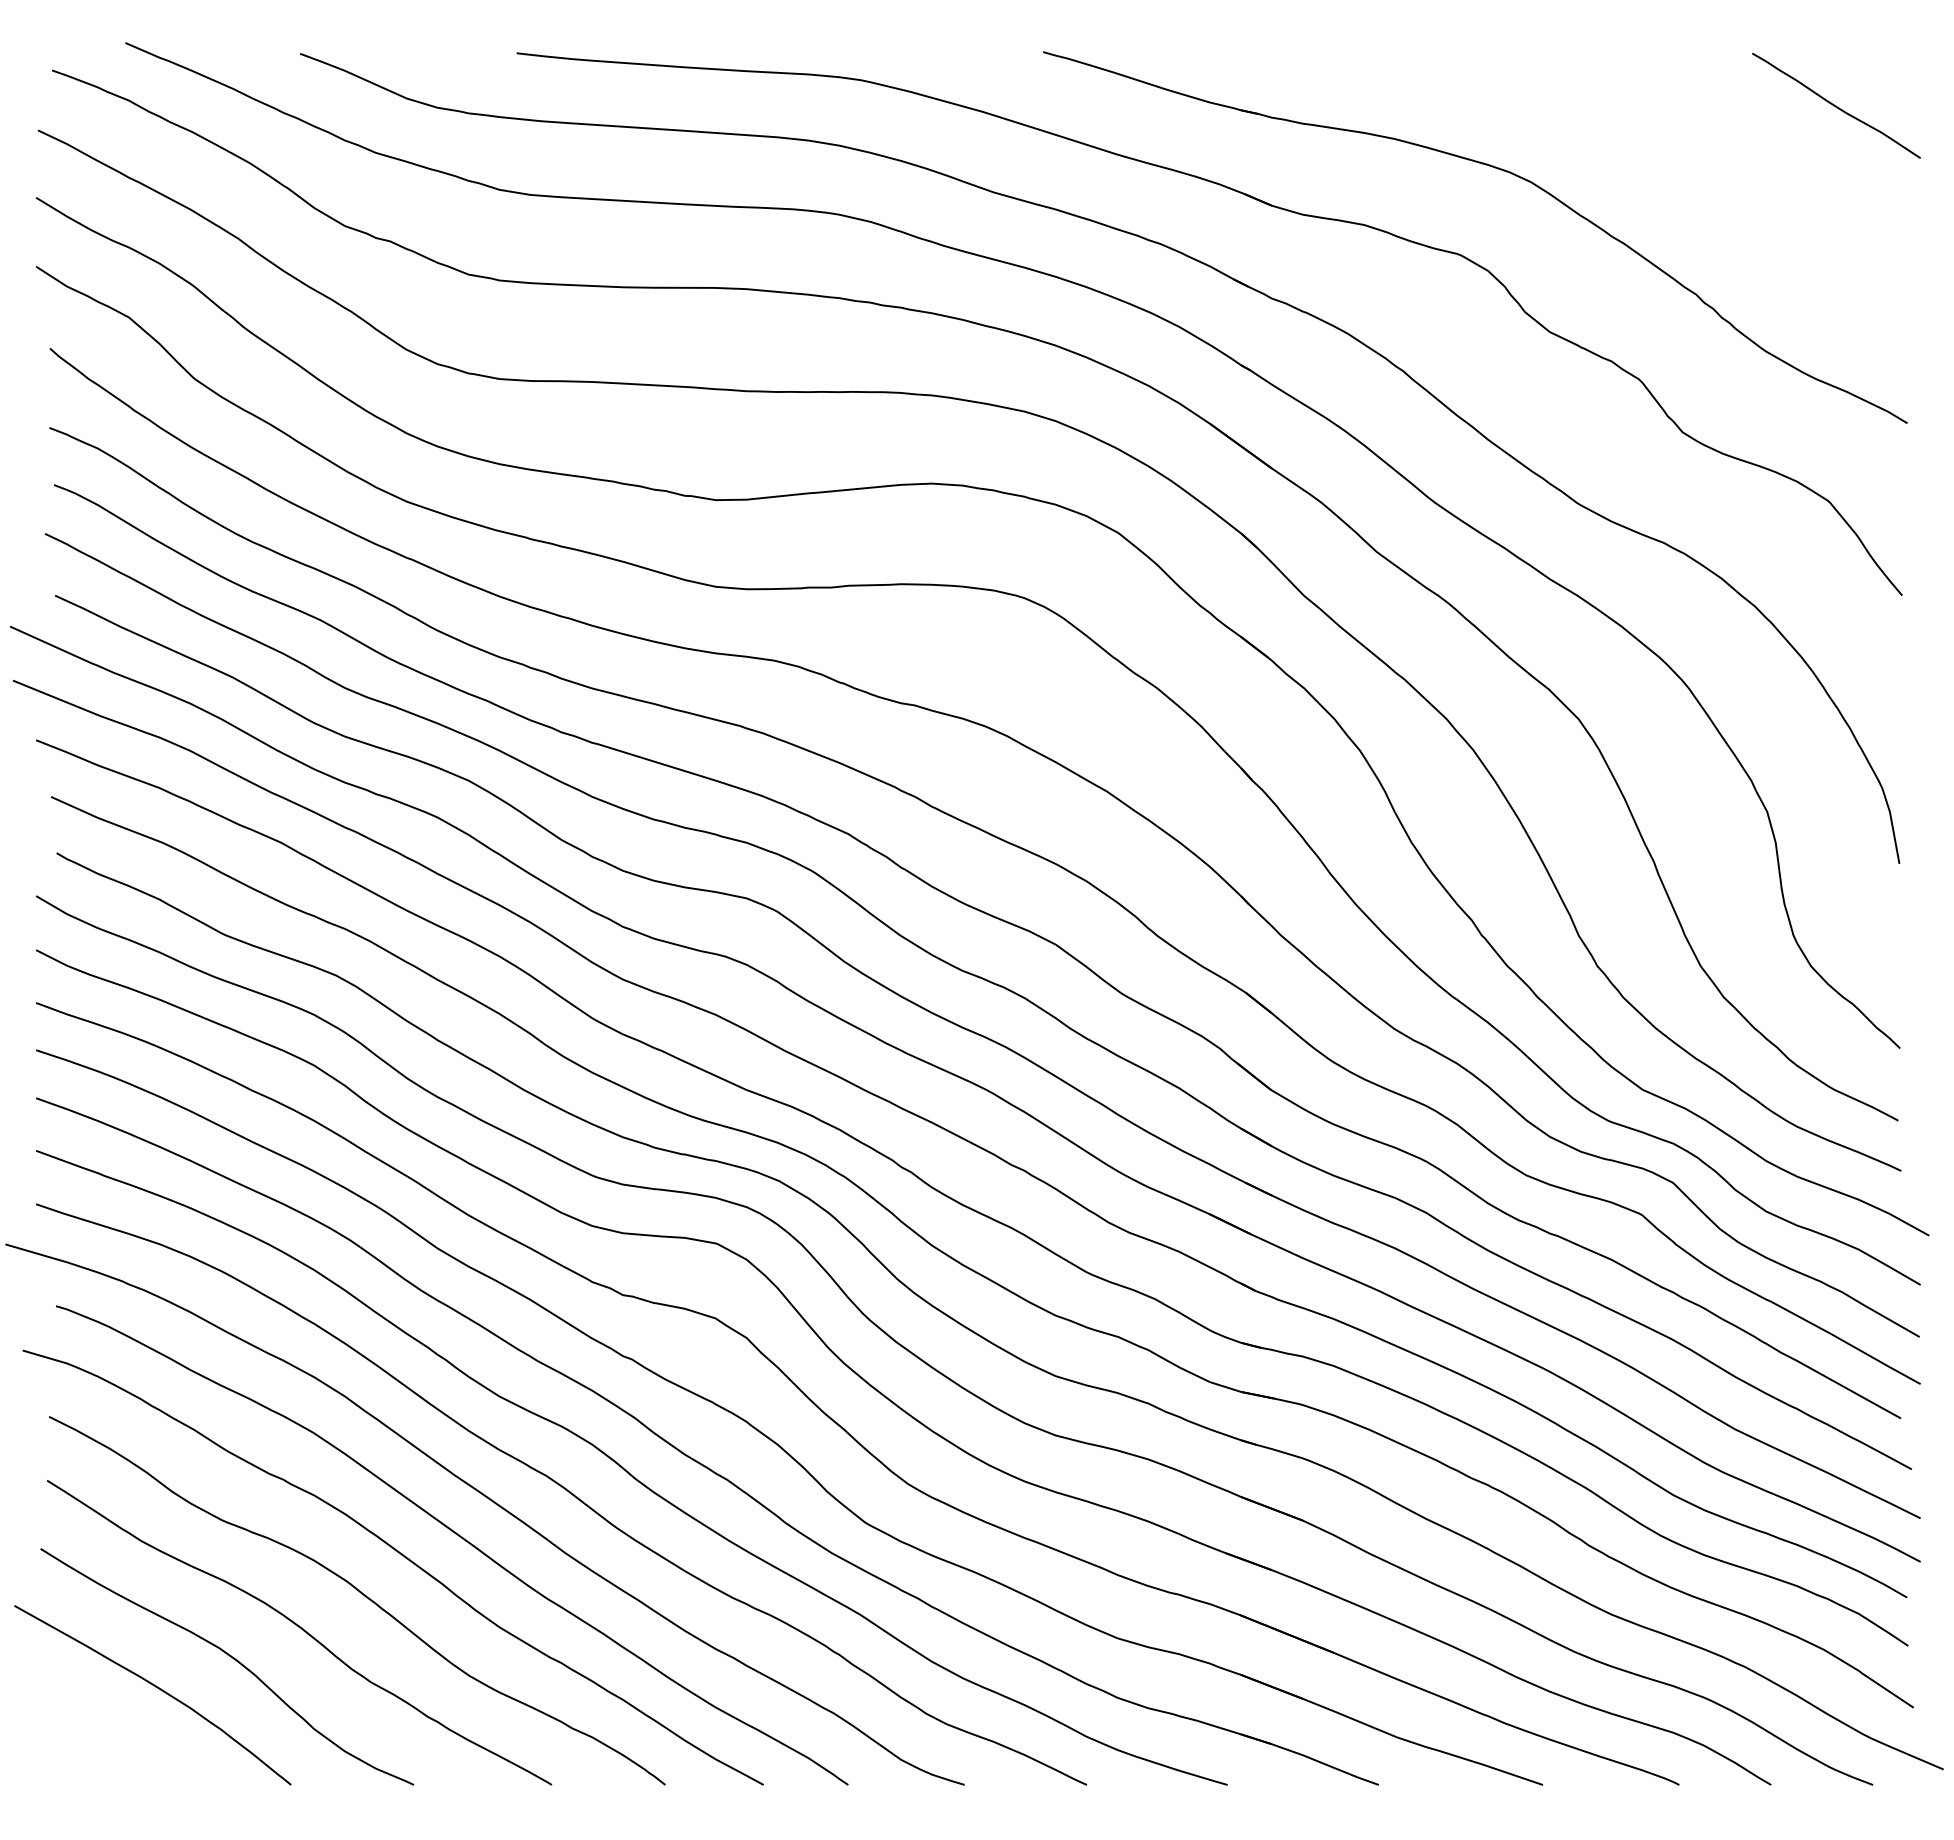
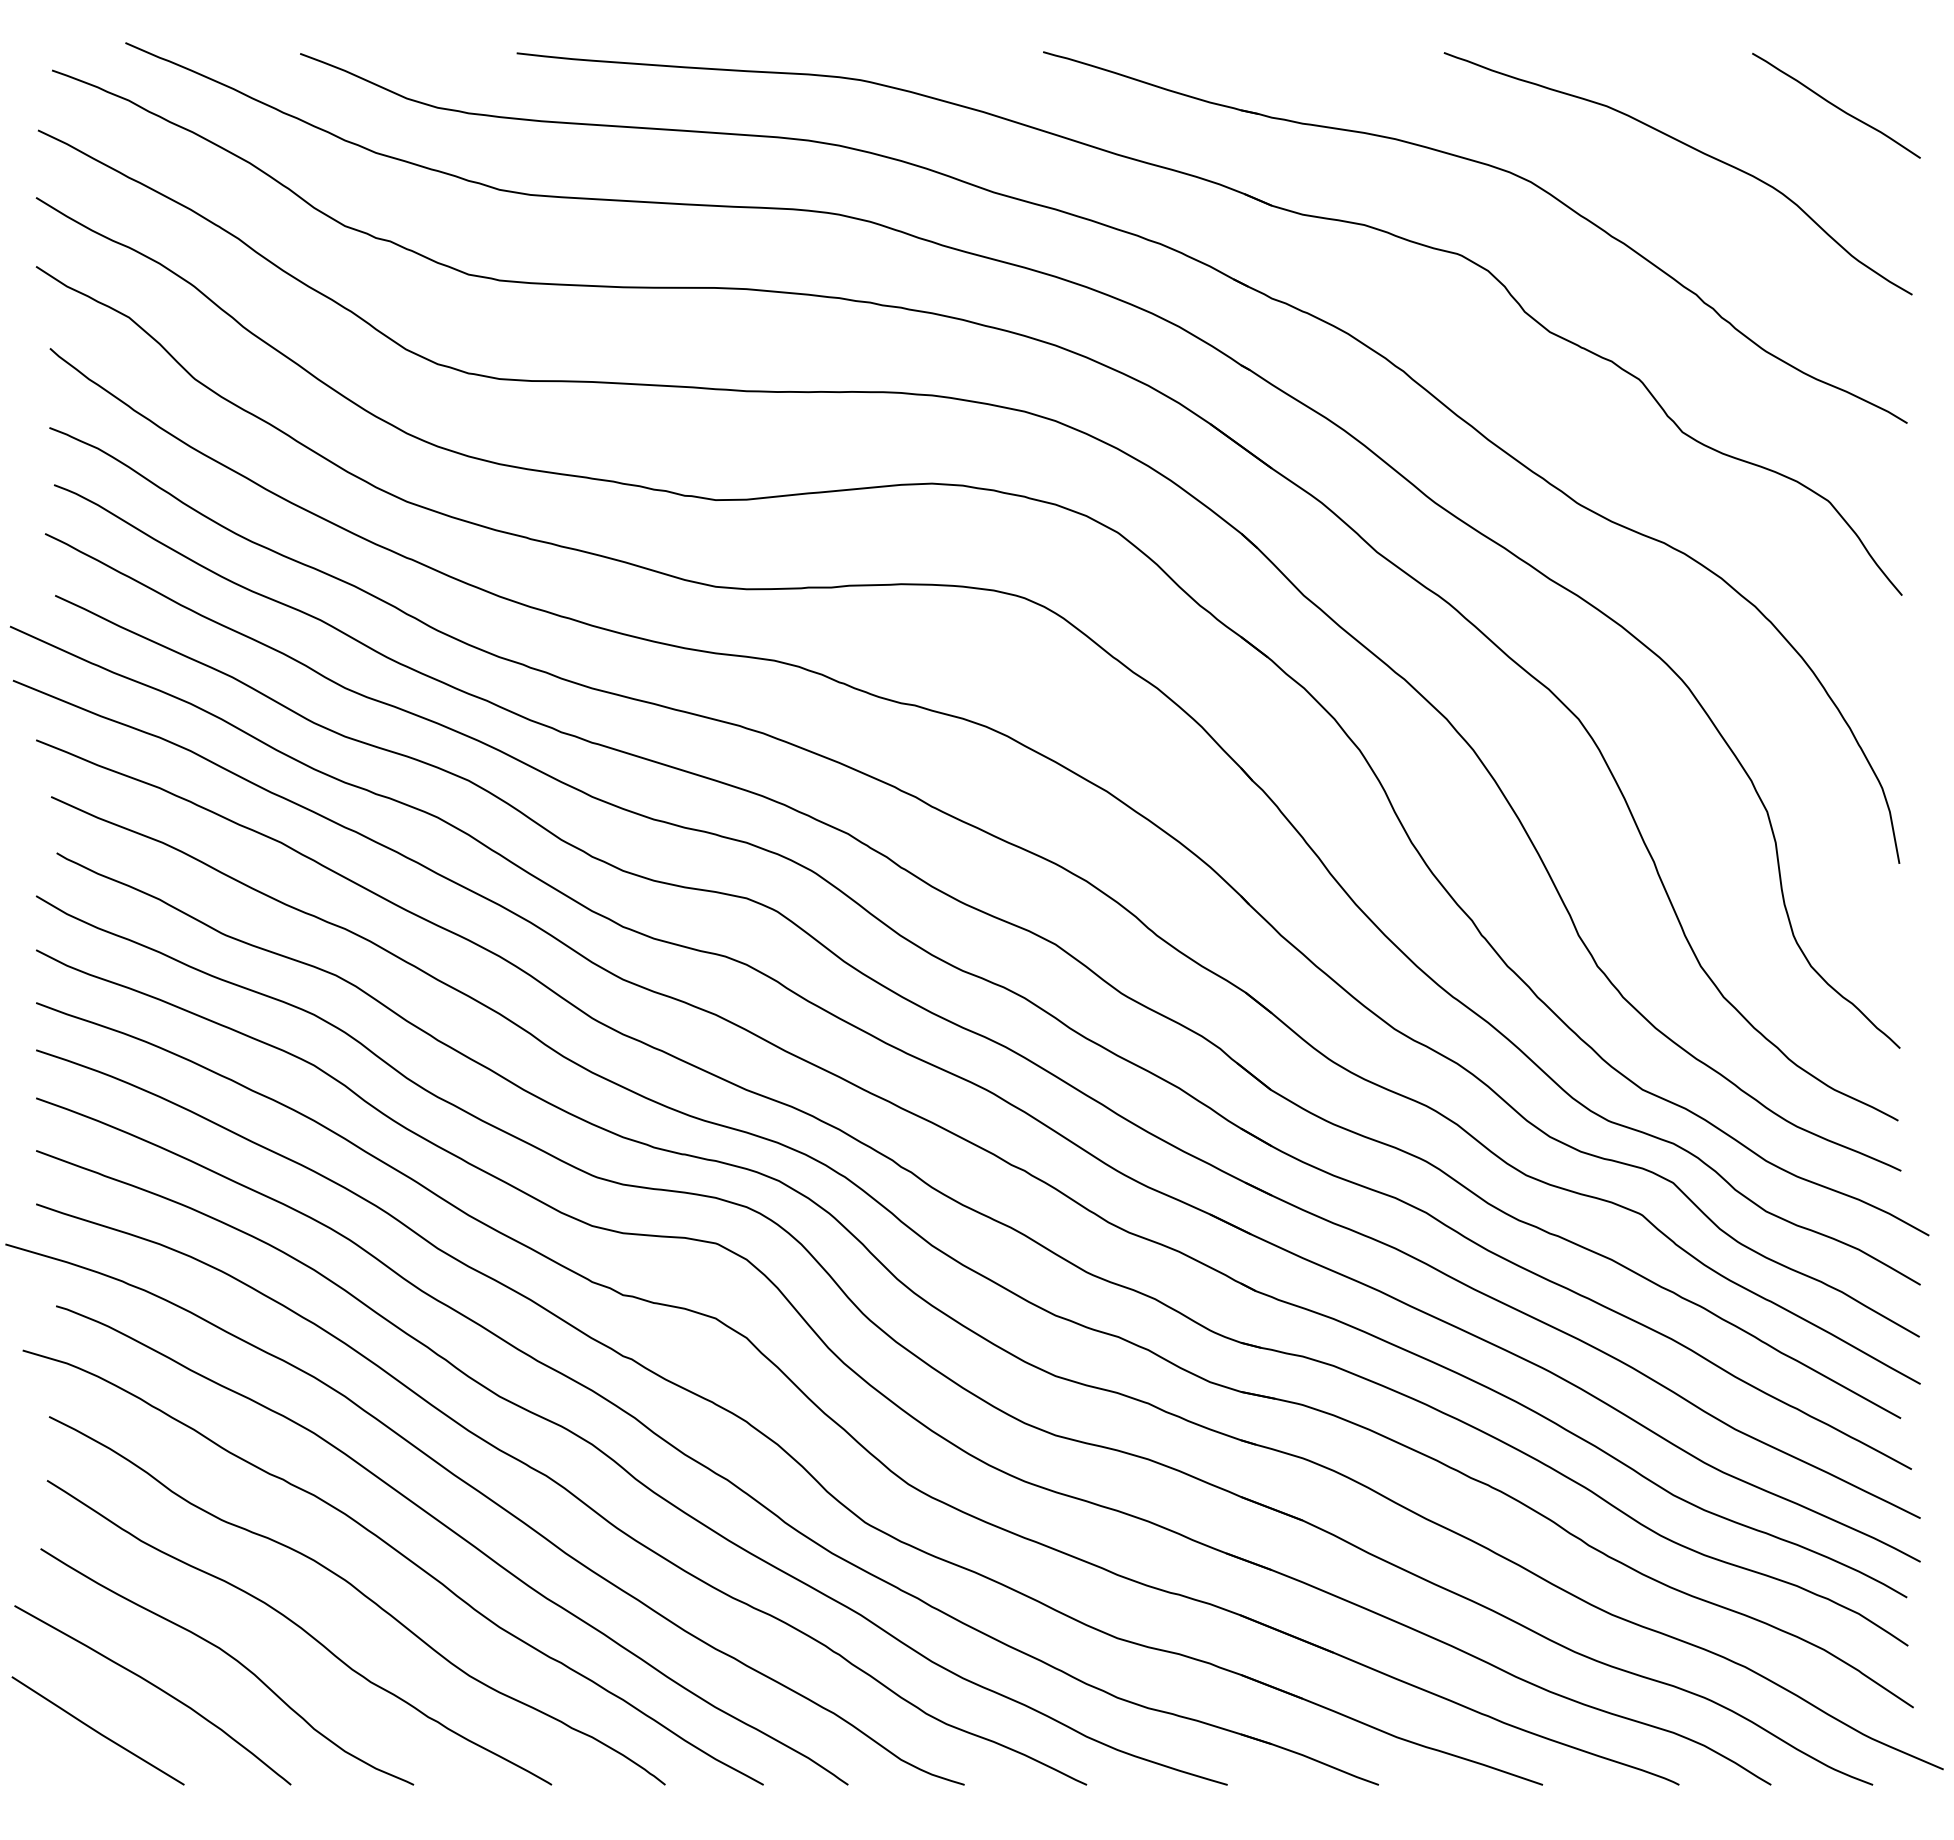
curve at (1689, 147): none -> present
line at (97, 1730): none -> present
